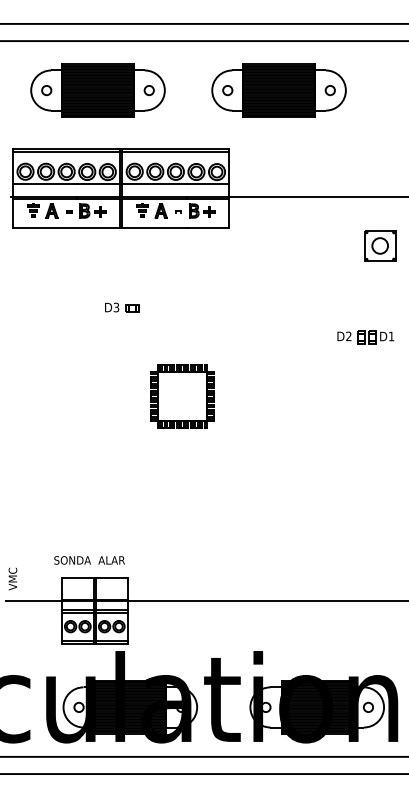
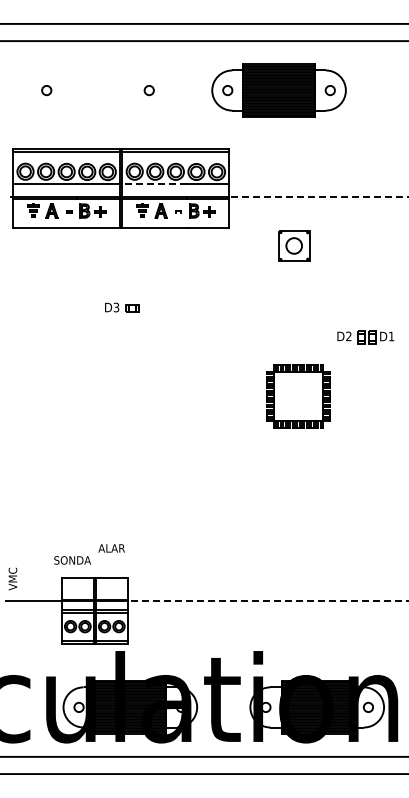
part at (97, 90): present -> none
line at (154, 184): solid -> dashed
line at (318, 197): solid -> dashed
part at (380, 245) position: (380, 245) -> (294, 245)
part at (182, 396) position: (182, 396) -> (298, 396)
text at (111, 560) position: (111, 560) -> (111, 548)
line at (267, 600): solid -> dashed
